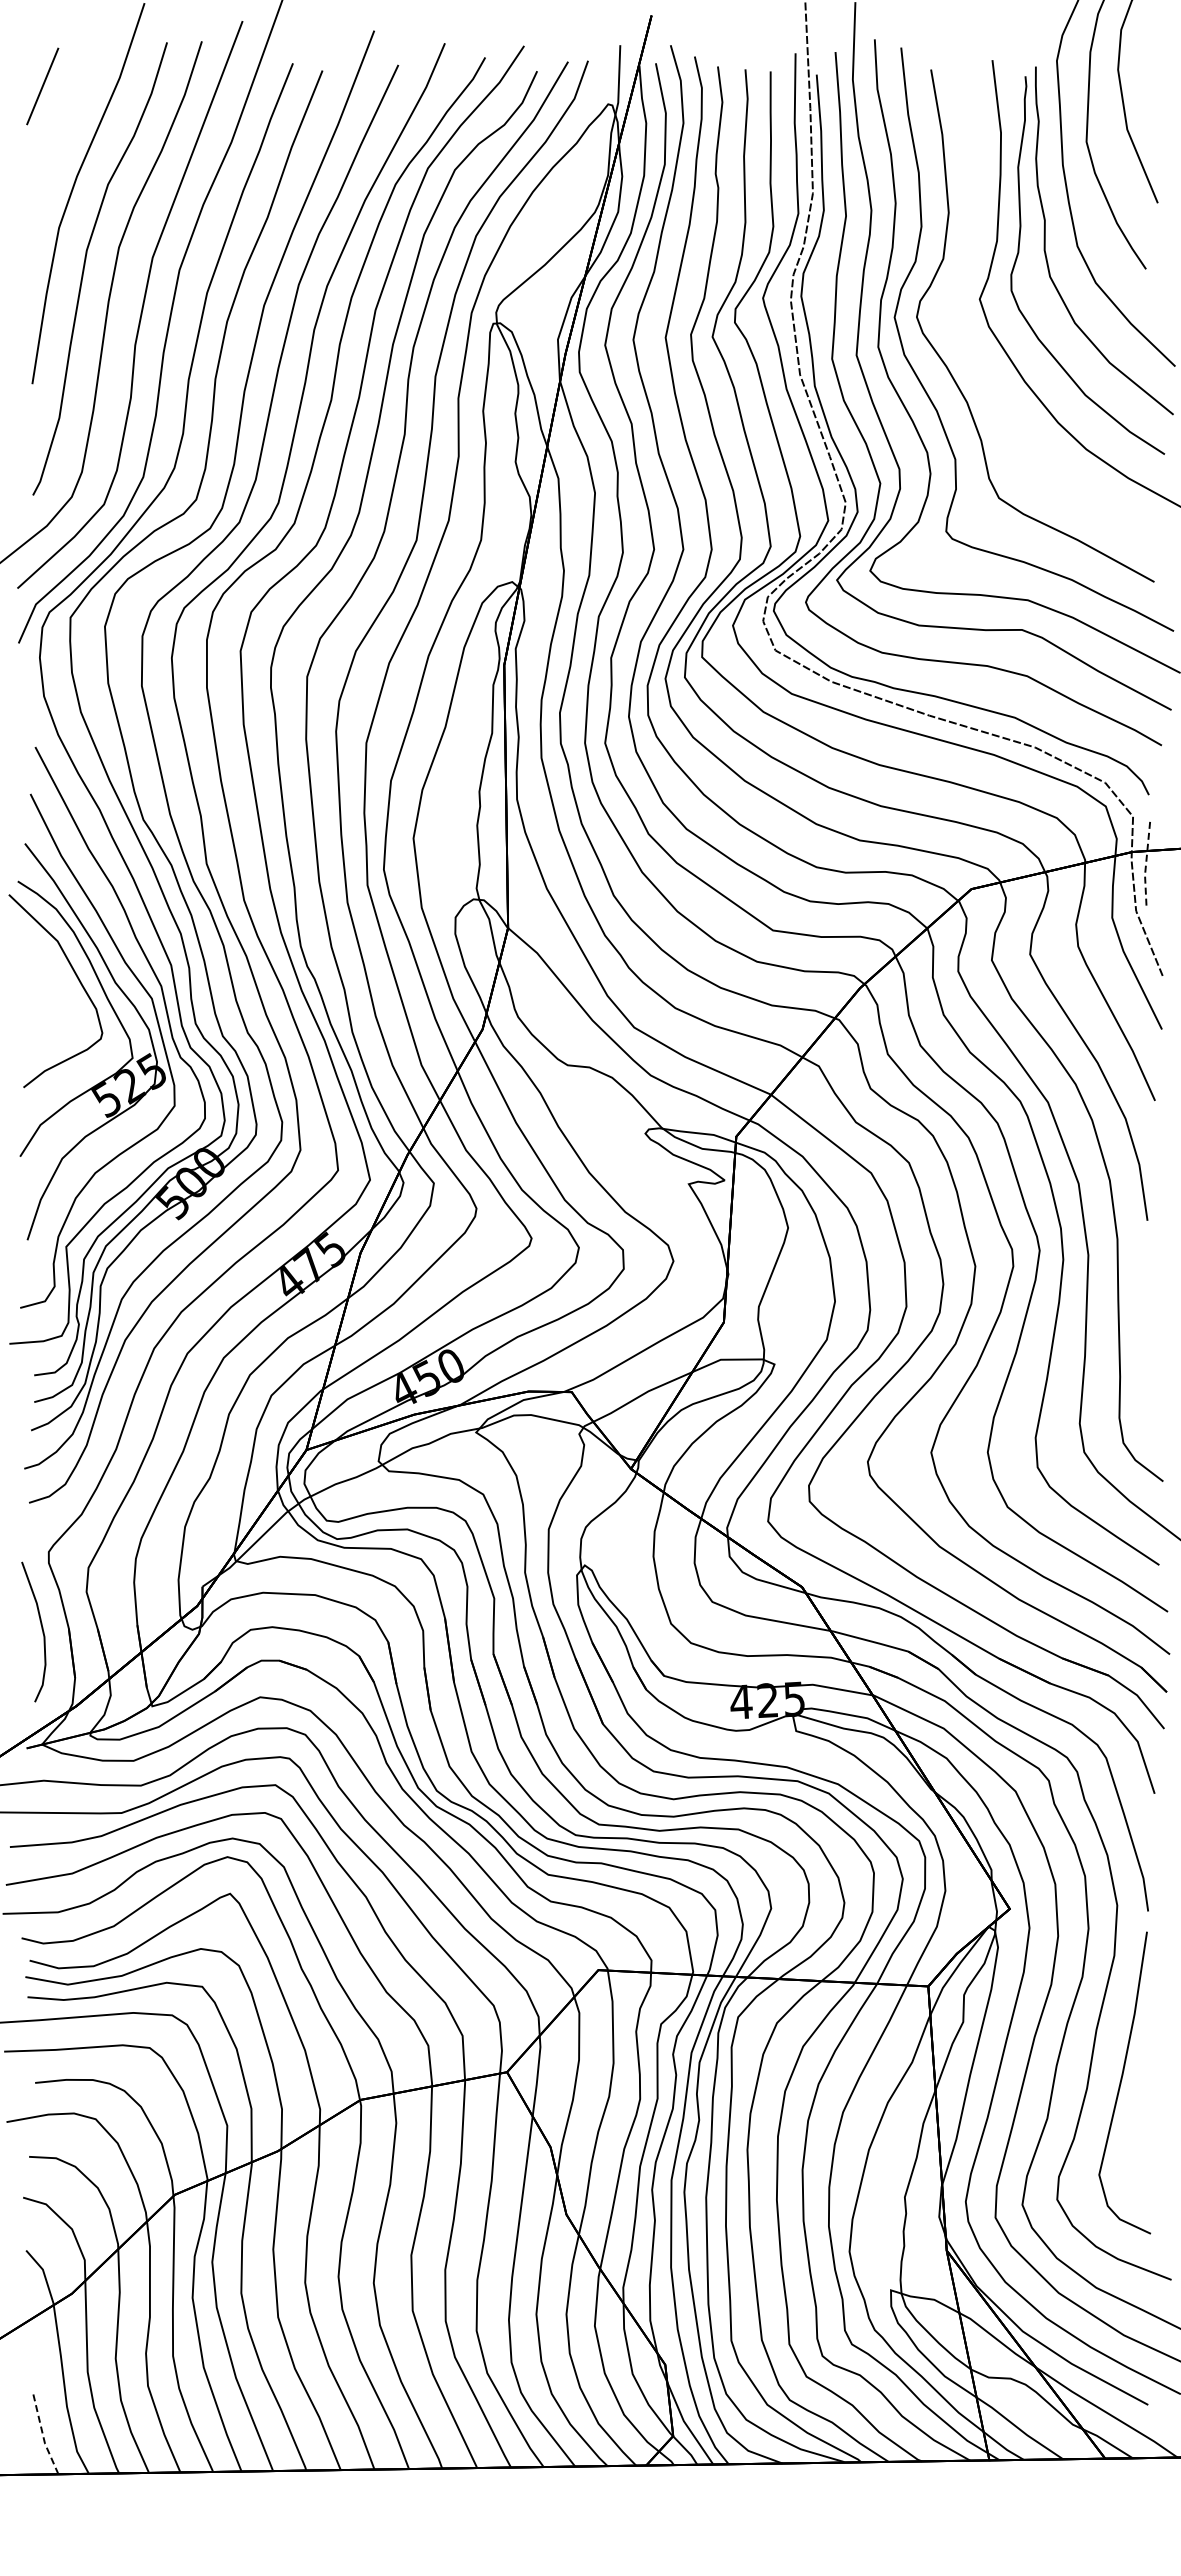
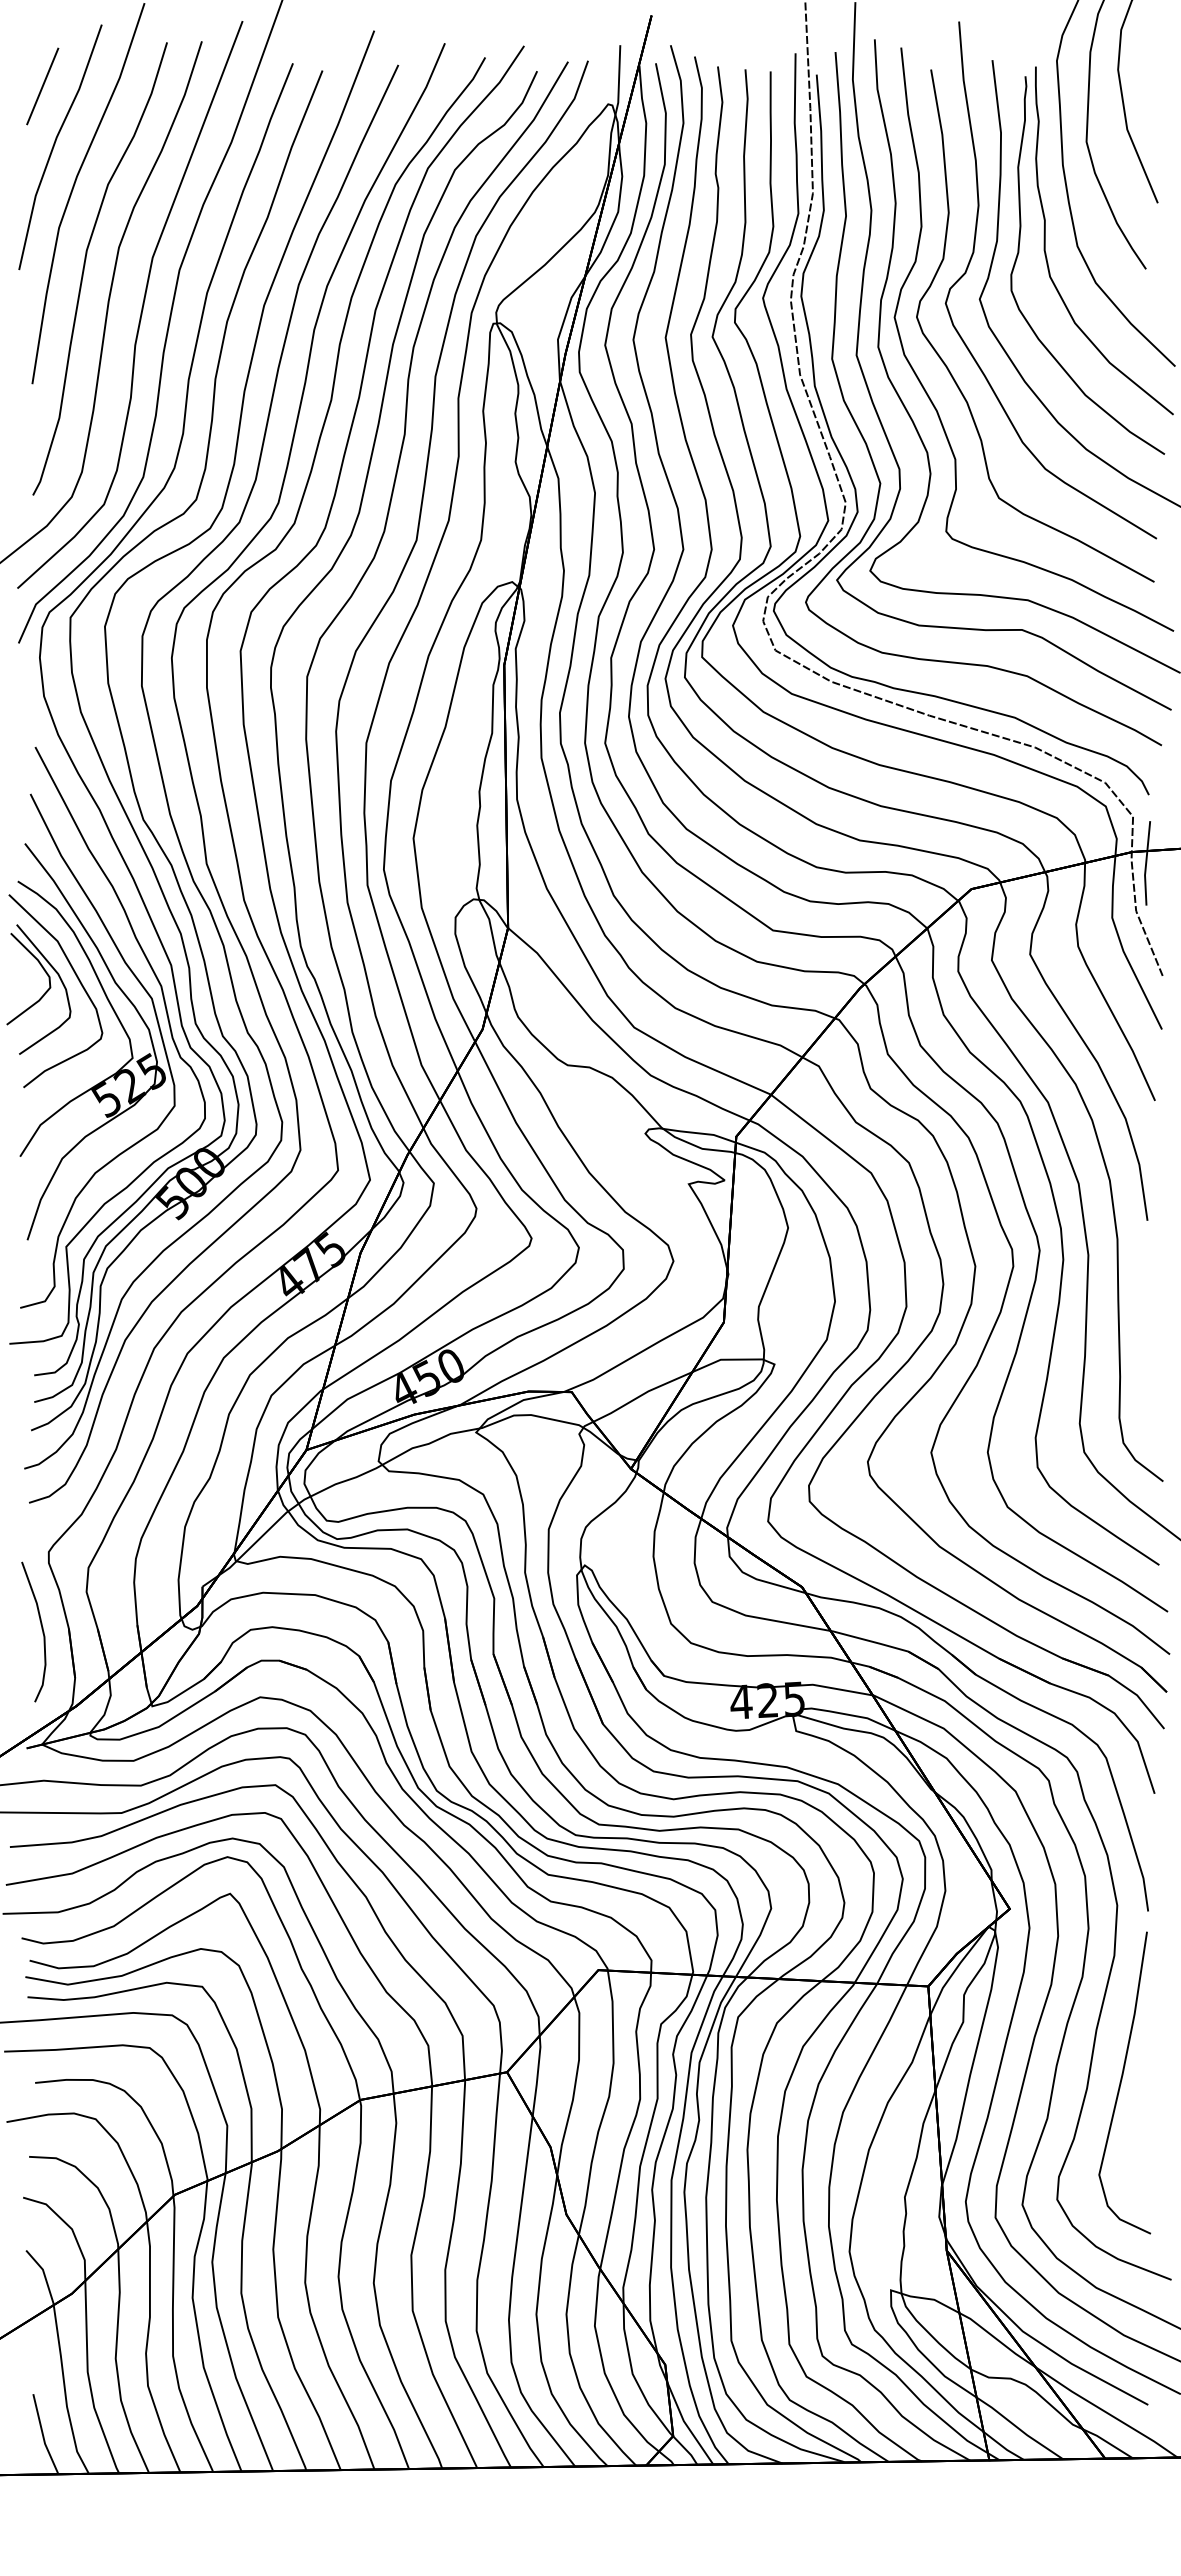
line at (55, 144): none -> present
curve at (973, 255): none -> present
line at (1146, 863): dashed -> solid
part at (44, 992): none -> present
line at (43, 2435): dashed -> solid
